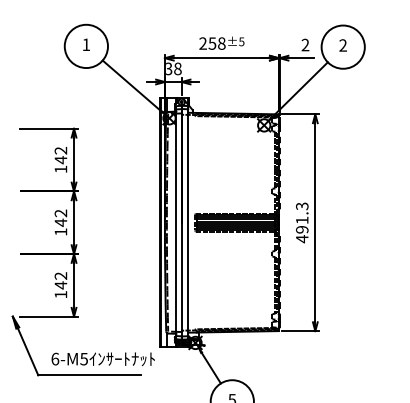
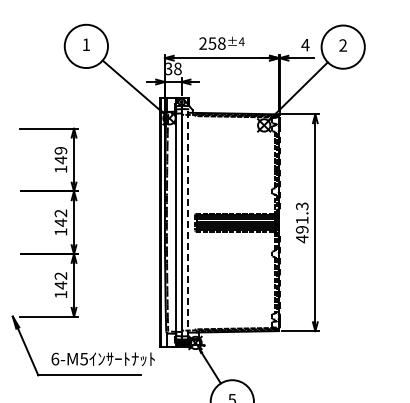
text at (241, 41): ±5 -> ±4
text at (305, 44): 2 -> 4
text at (61, 150): 142 -> 149
line at (188, 222): solid -> dashed
